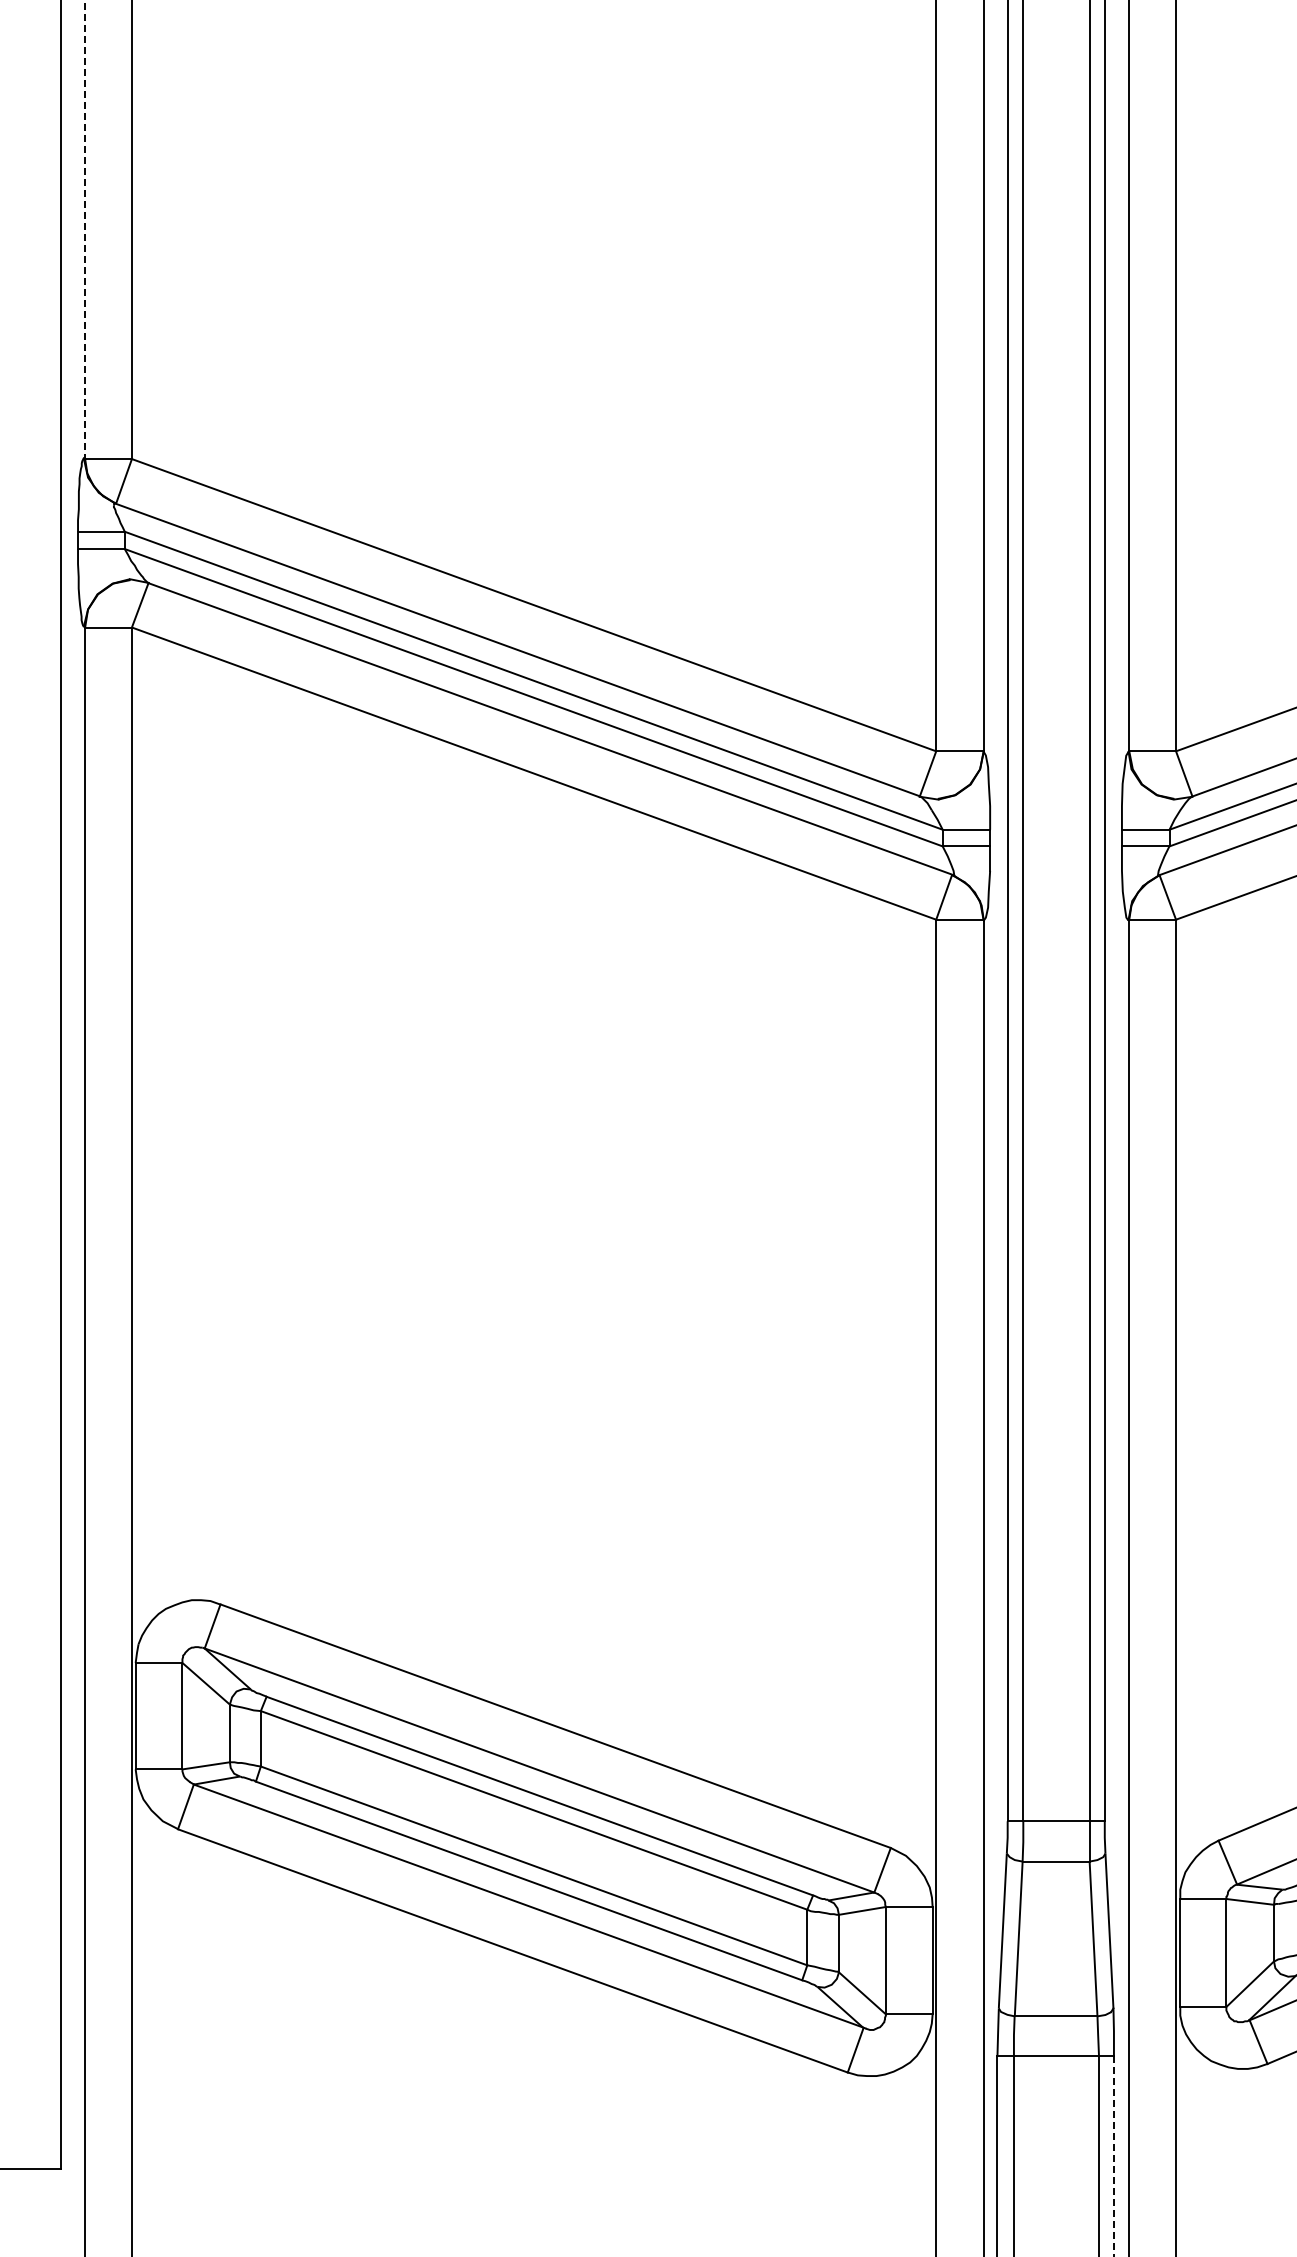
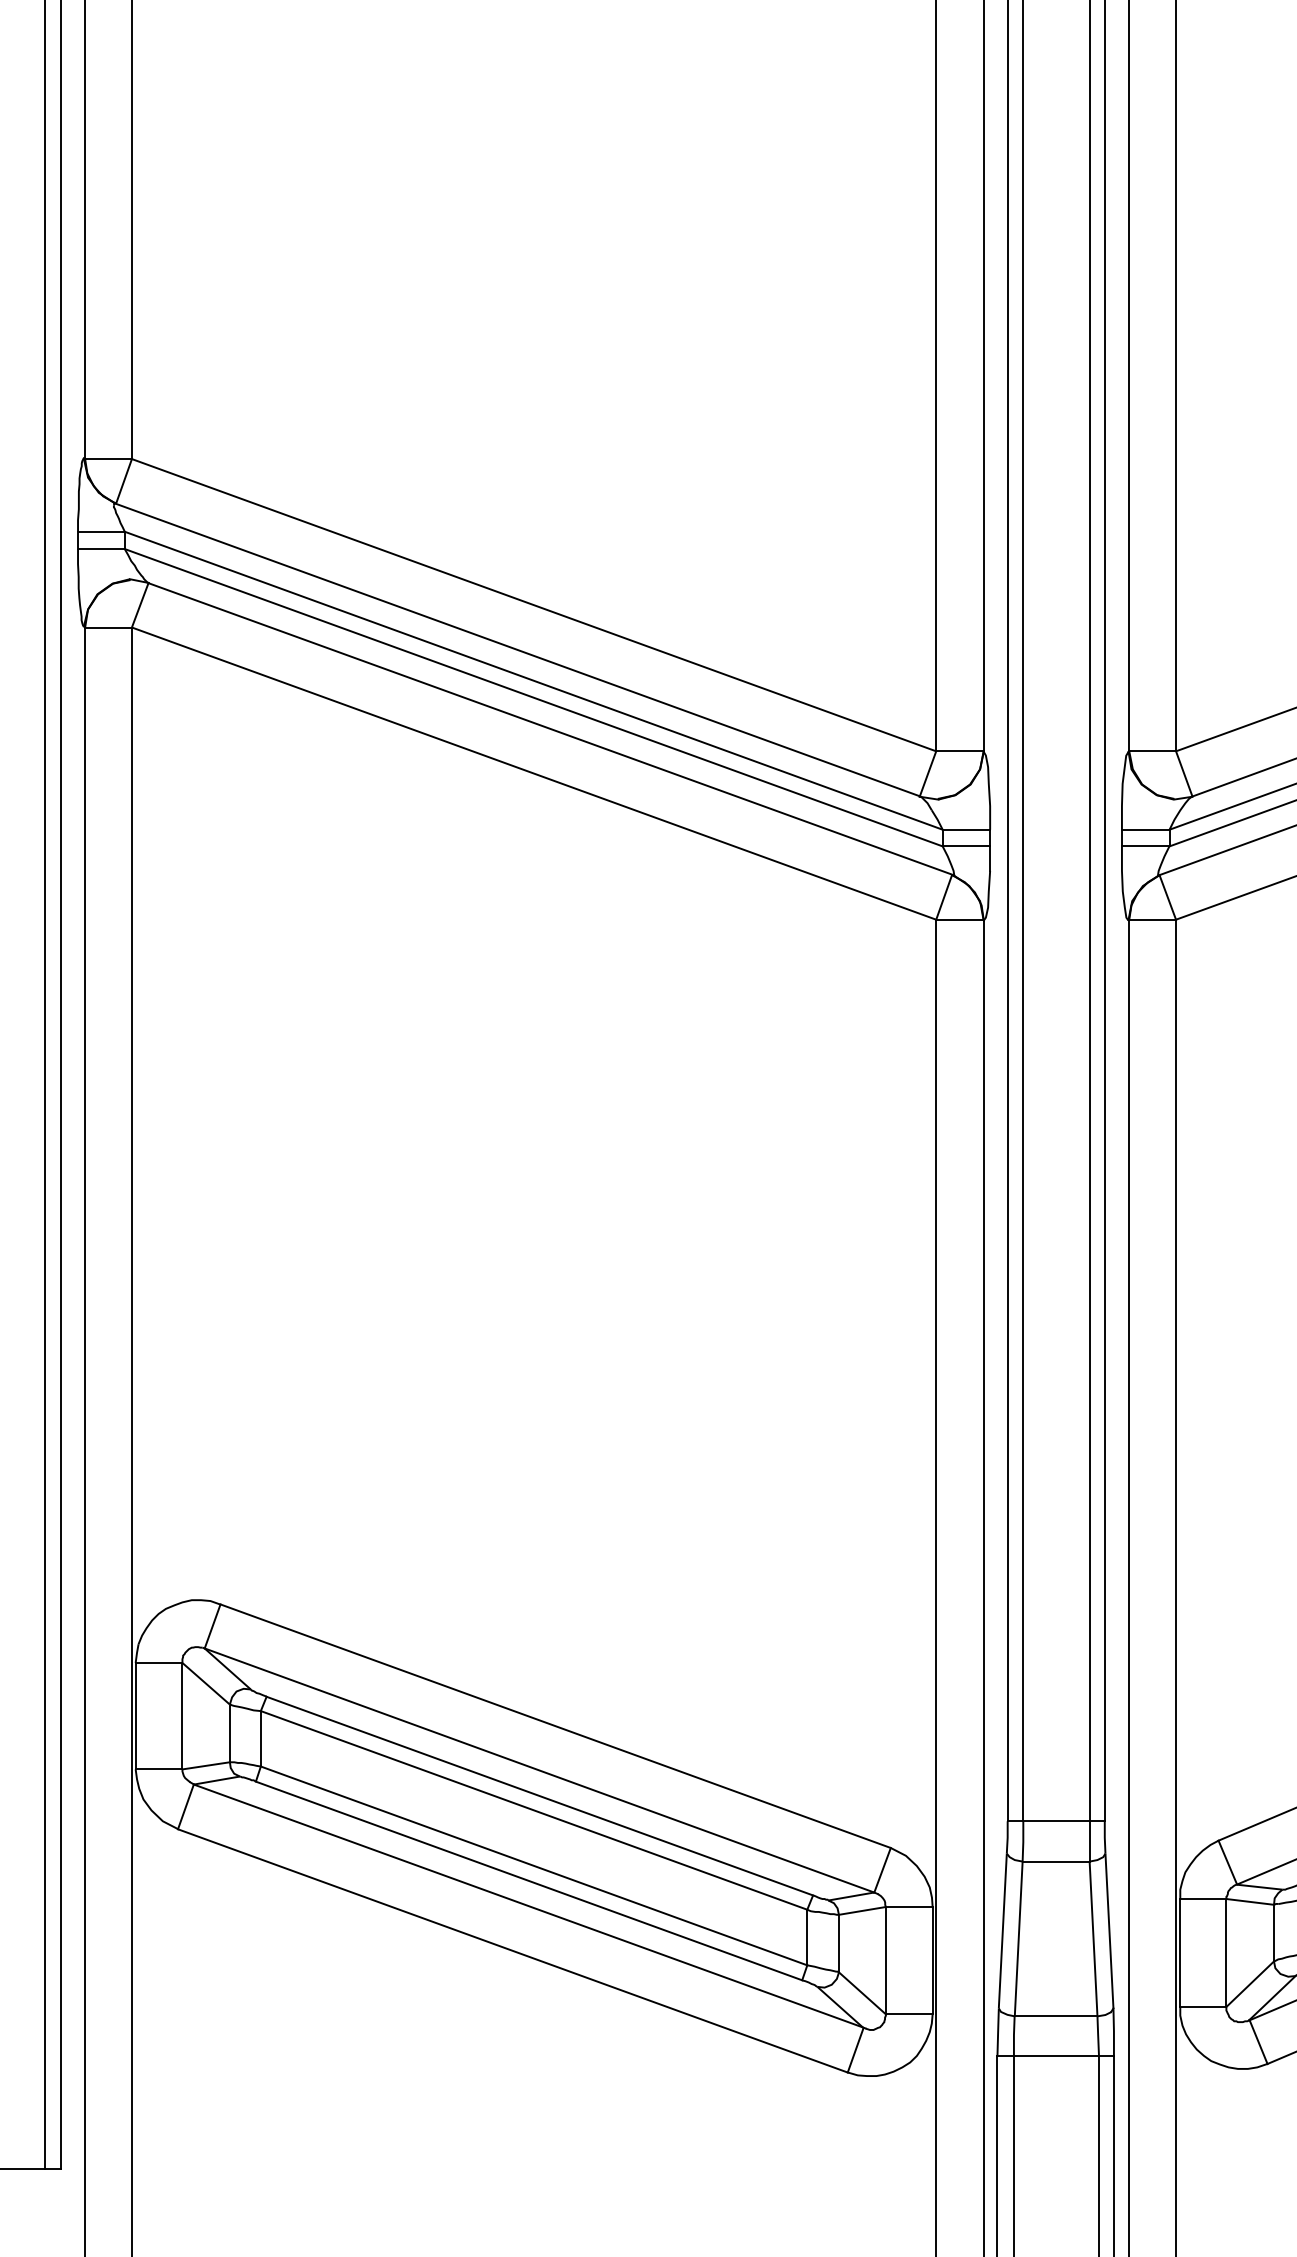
line at (85, 230): dashed -> solid
line at (44, 1085): none -> present
line at (1113, 2156): dashed -> solid
